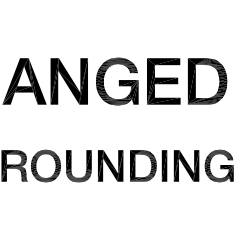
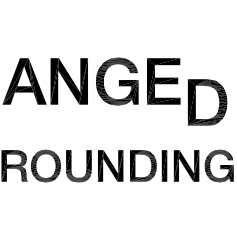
part at (207, 81) position: (207, 81) -> (207, 102)
